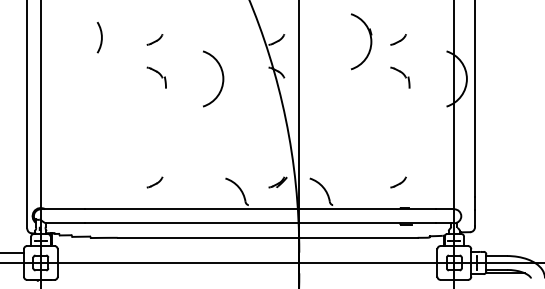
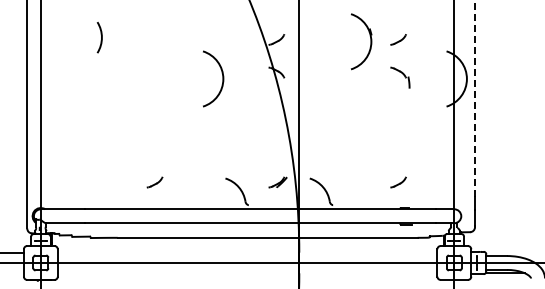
part at (154, 39): present -> none
part at (156, 77): present -> none
line at (475, 98): solid -> dashed
